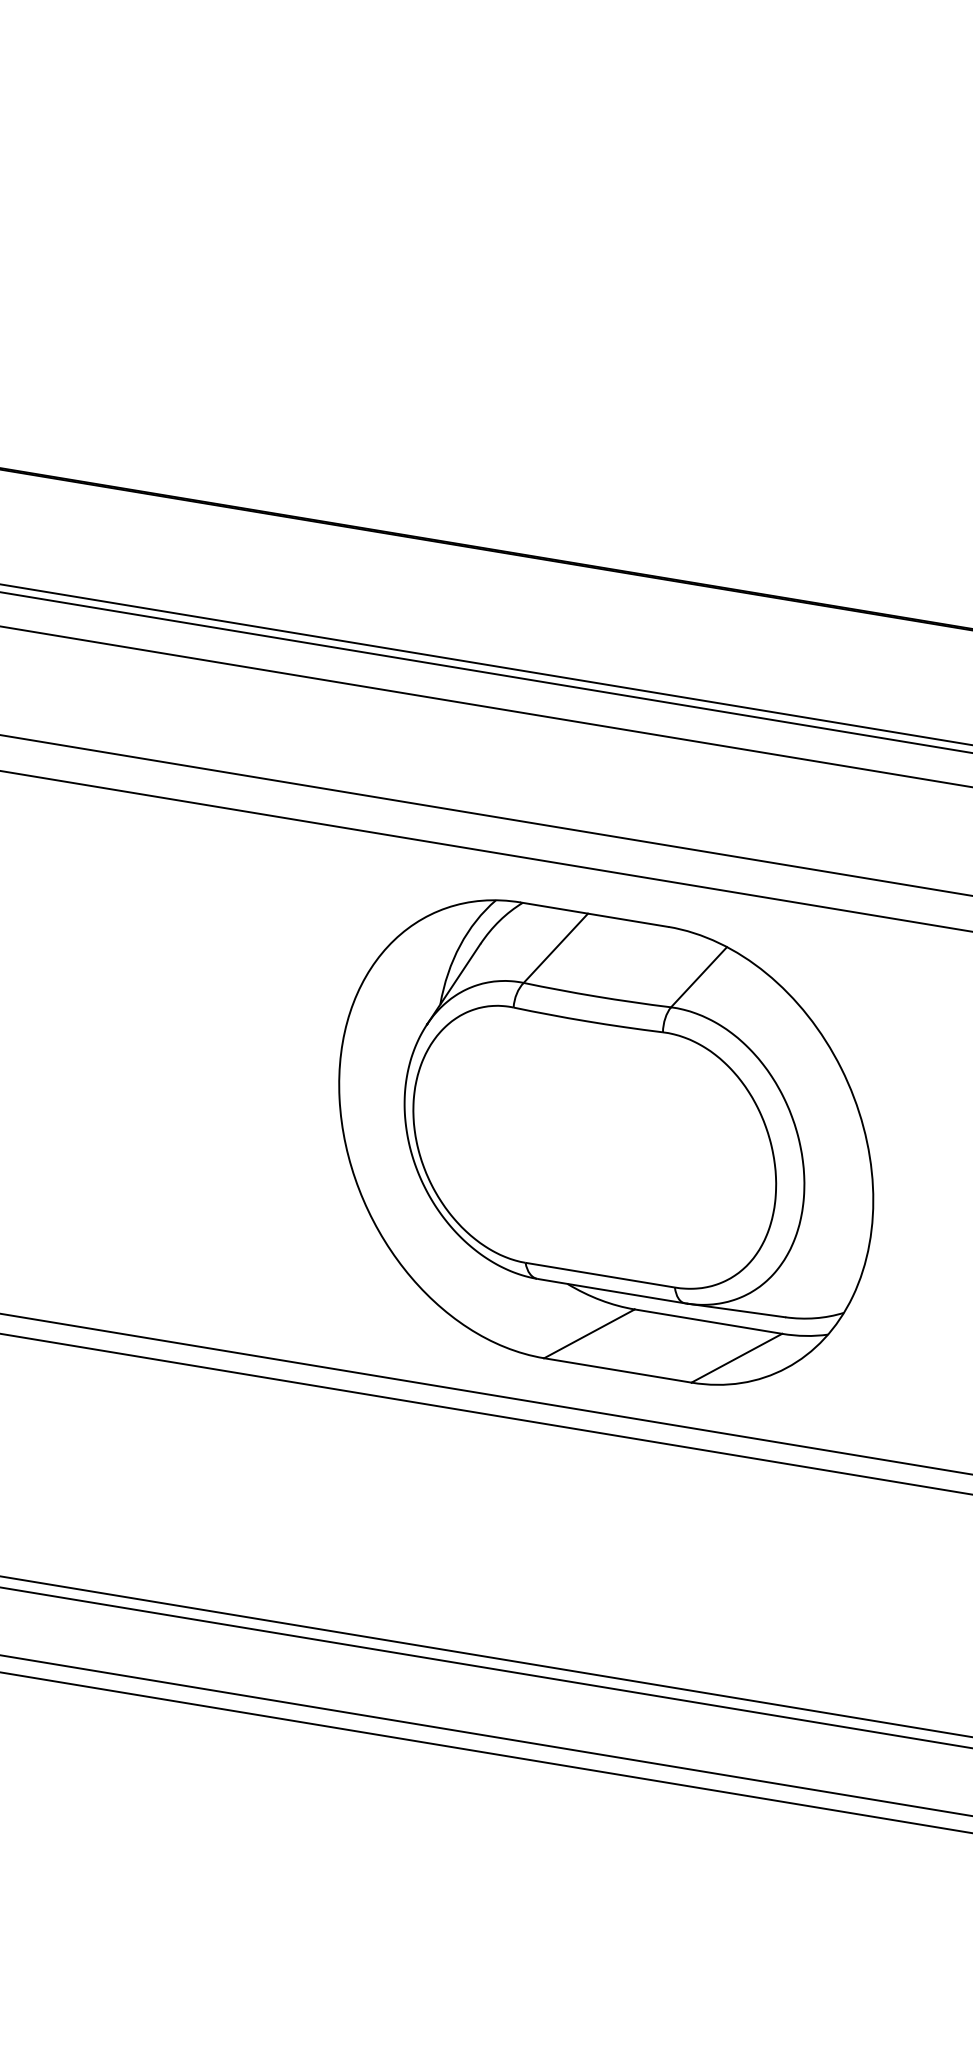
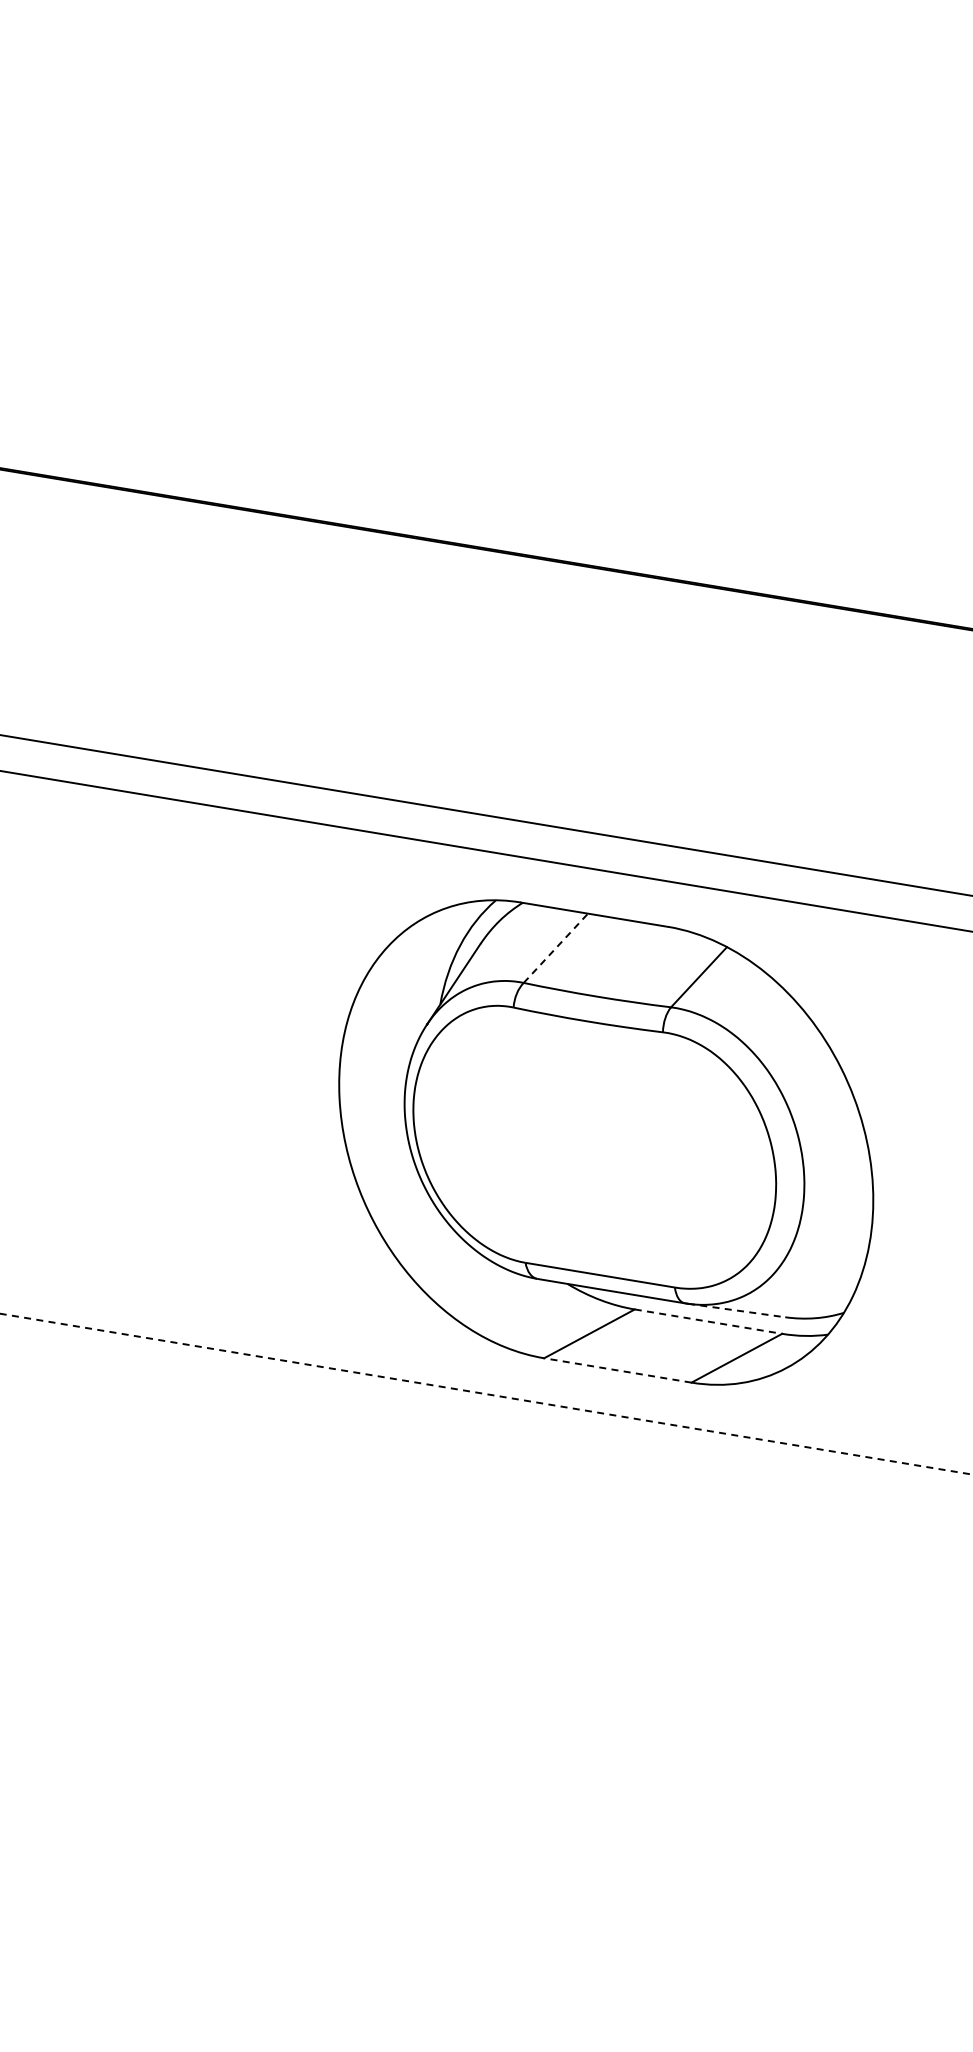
line at (485, 664): present -> none
line at (485, 672): present -> none
line at (485, 706): present -> none
line at (556, 947): solid -> dashed
line at (737, 1310): solid -> dashed
line at (708, 1321): solid -> dashed
line at (617, 1370): solid -> dashed
line at (486, 1394): solid -> dashed
line at (485, 1414): present -> none
line at (485, 1656): present -> none
line at (485, 1667): present -> none
line at (485, 1735): present -> none
line at (485, 1752): present -> none
